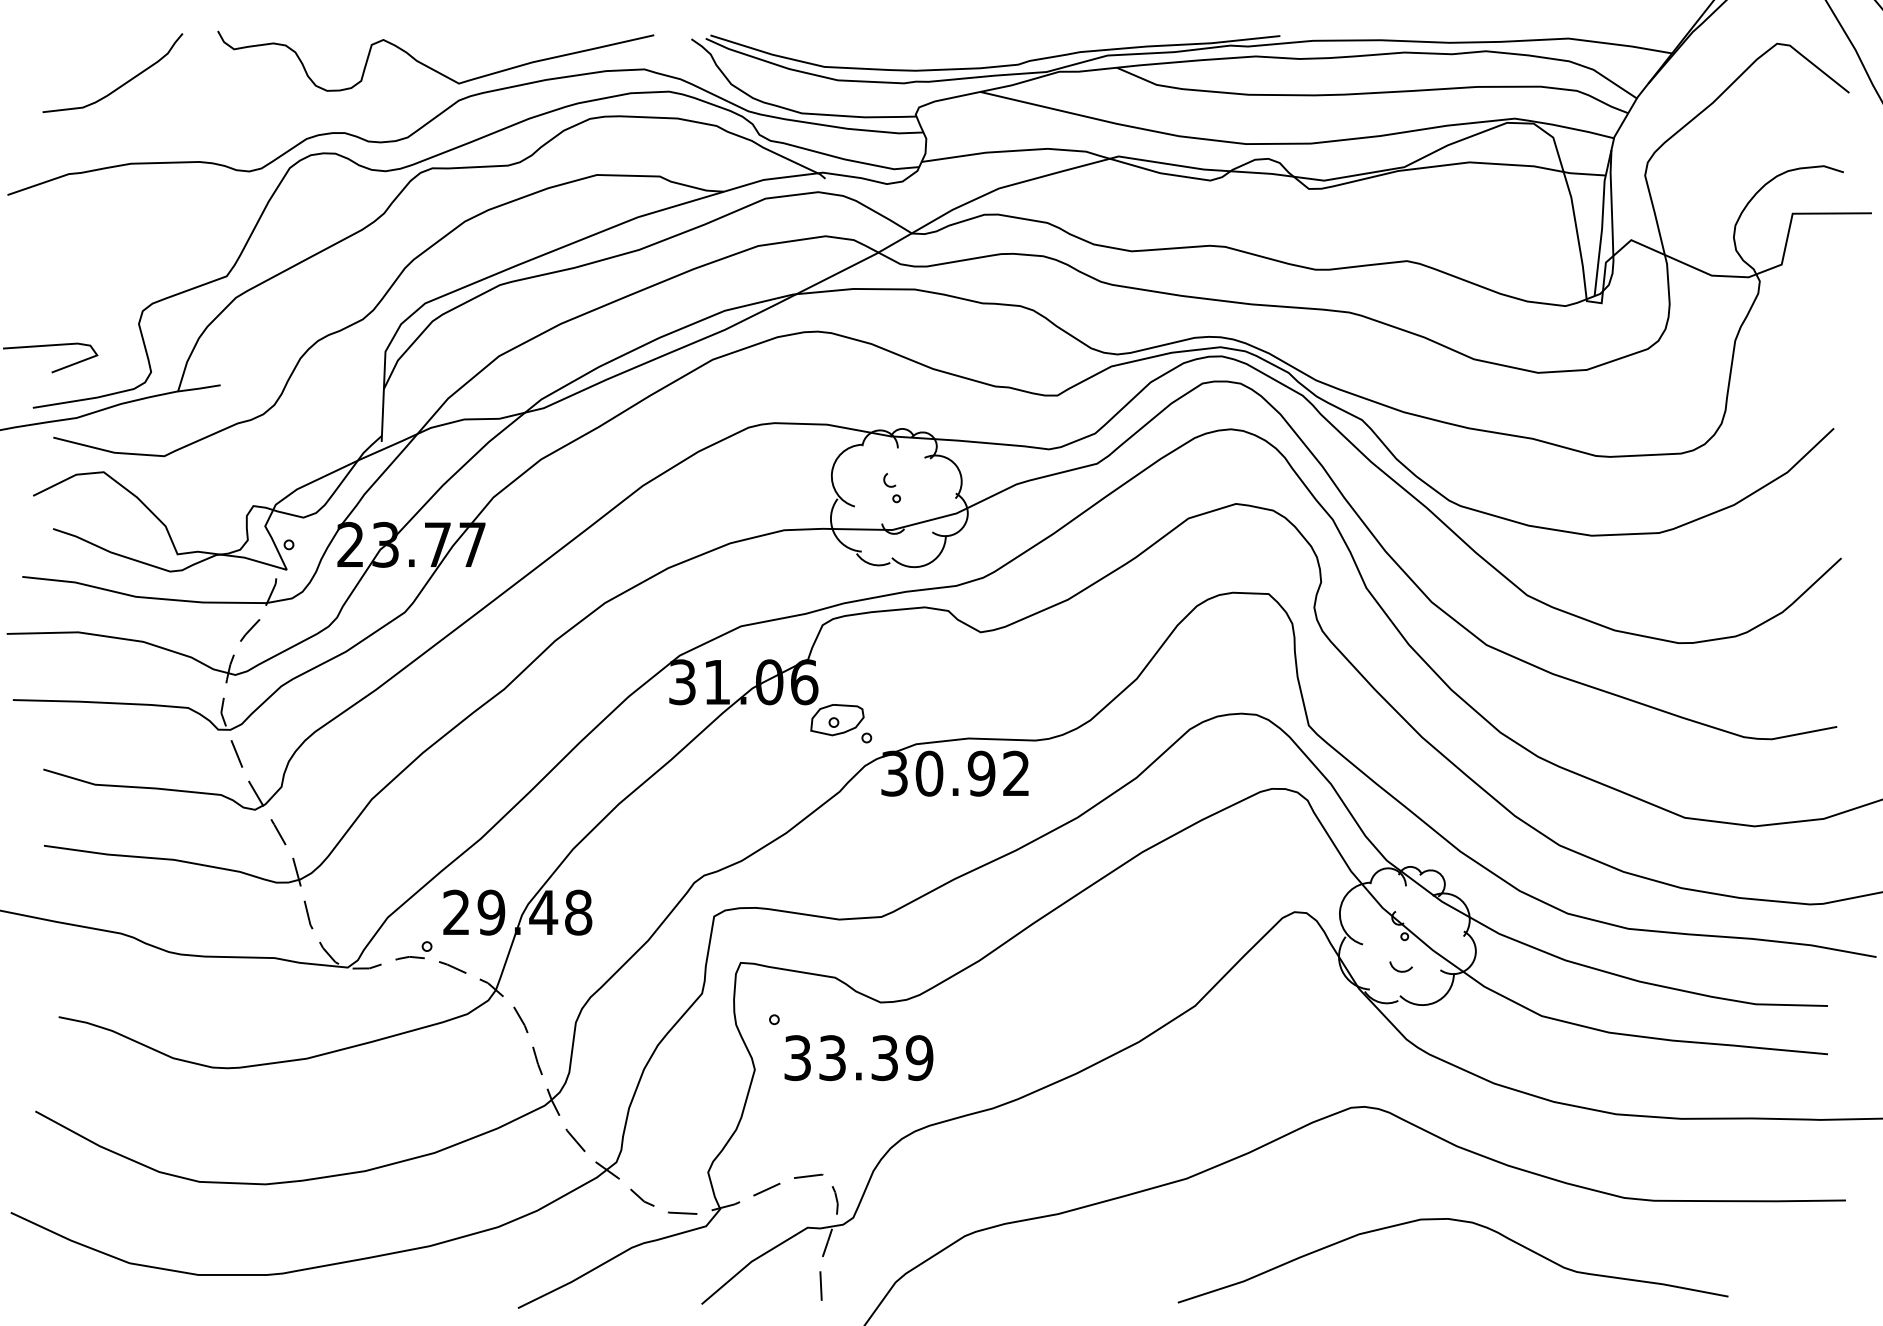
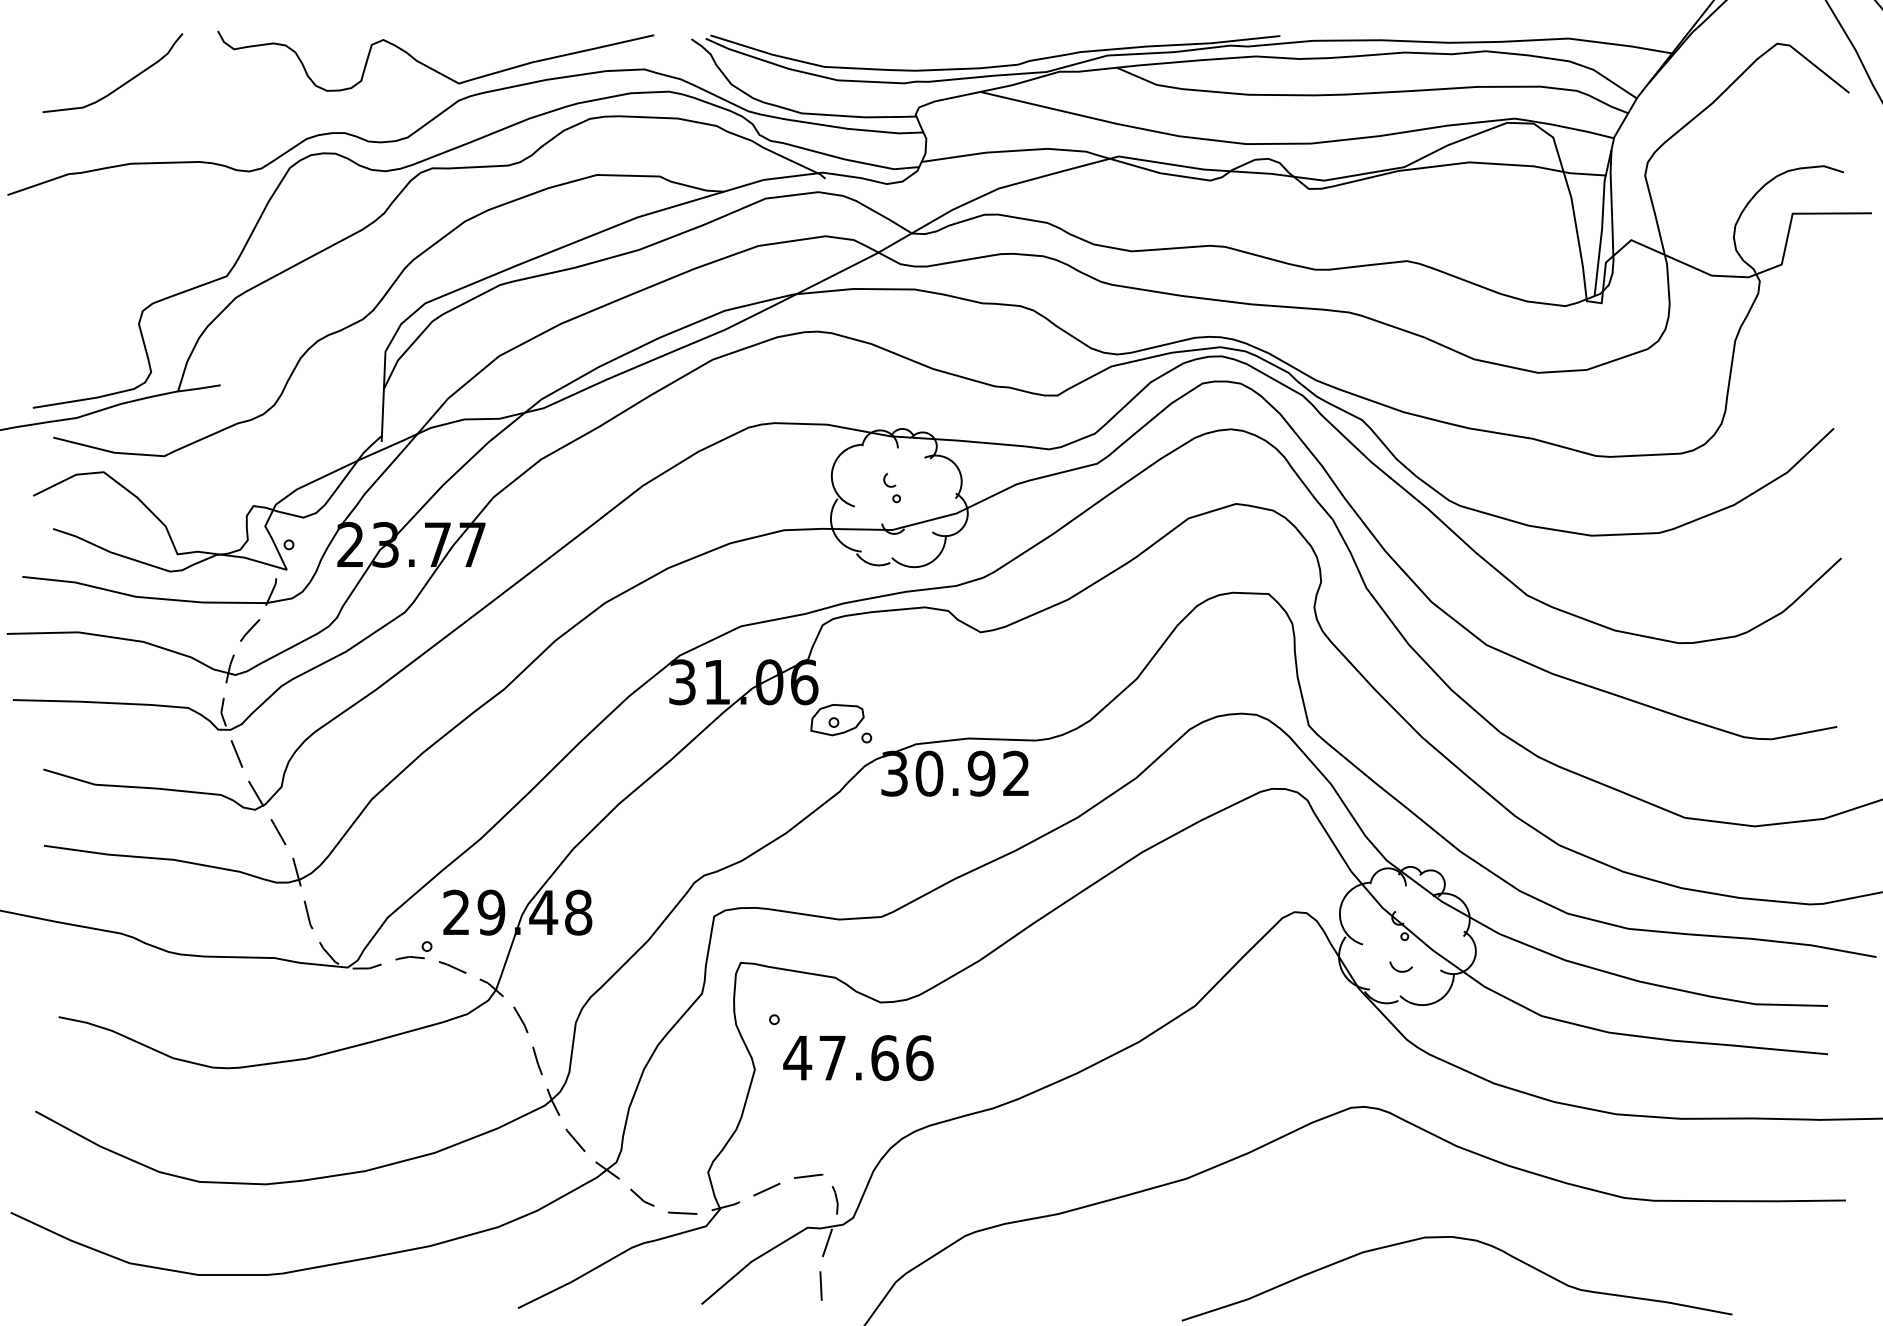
curve at (50, 346): present -> none
text at (858, 1058): 33.39 -> 47.66
curve at (1456, 1221) position: (1456, 1221) -> (1460, 1239)
